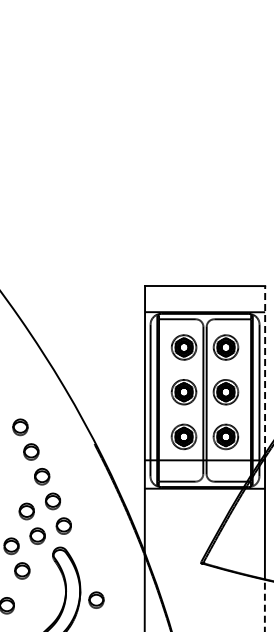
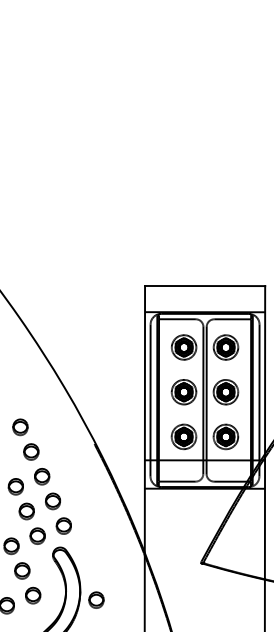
line at (265, 370): dashed -> solid
part at (15, 486): none -> present
part at (33, 595): none -> present
line at (264, 605): dashed -> solid
